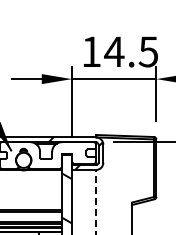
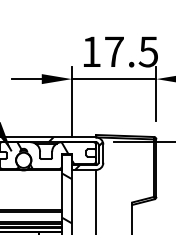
text at (114, 51): 14.5 -> 17.5
hatch at (45, 155): none -> present
line at (96, 201): dashed -> solid
